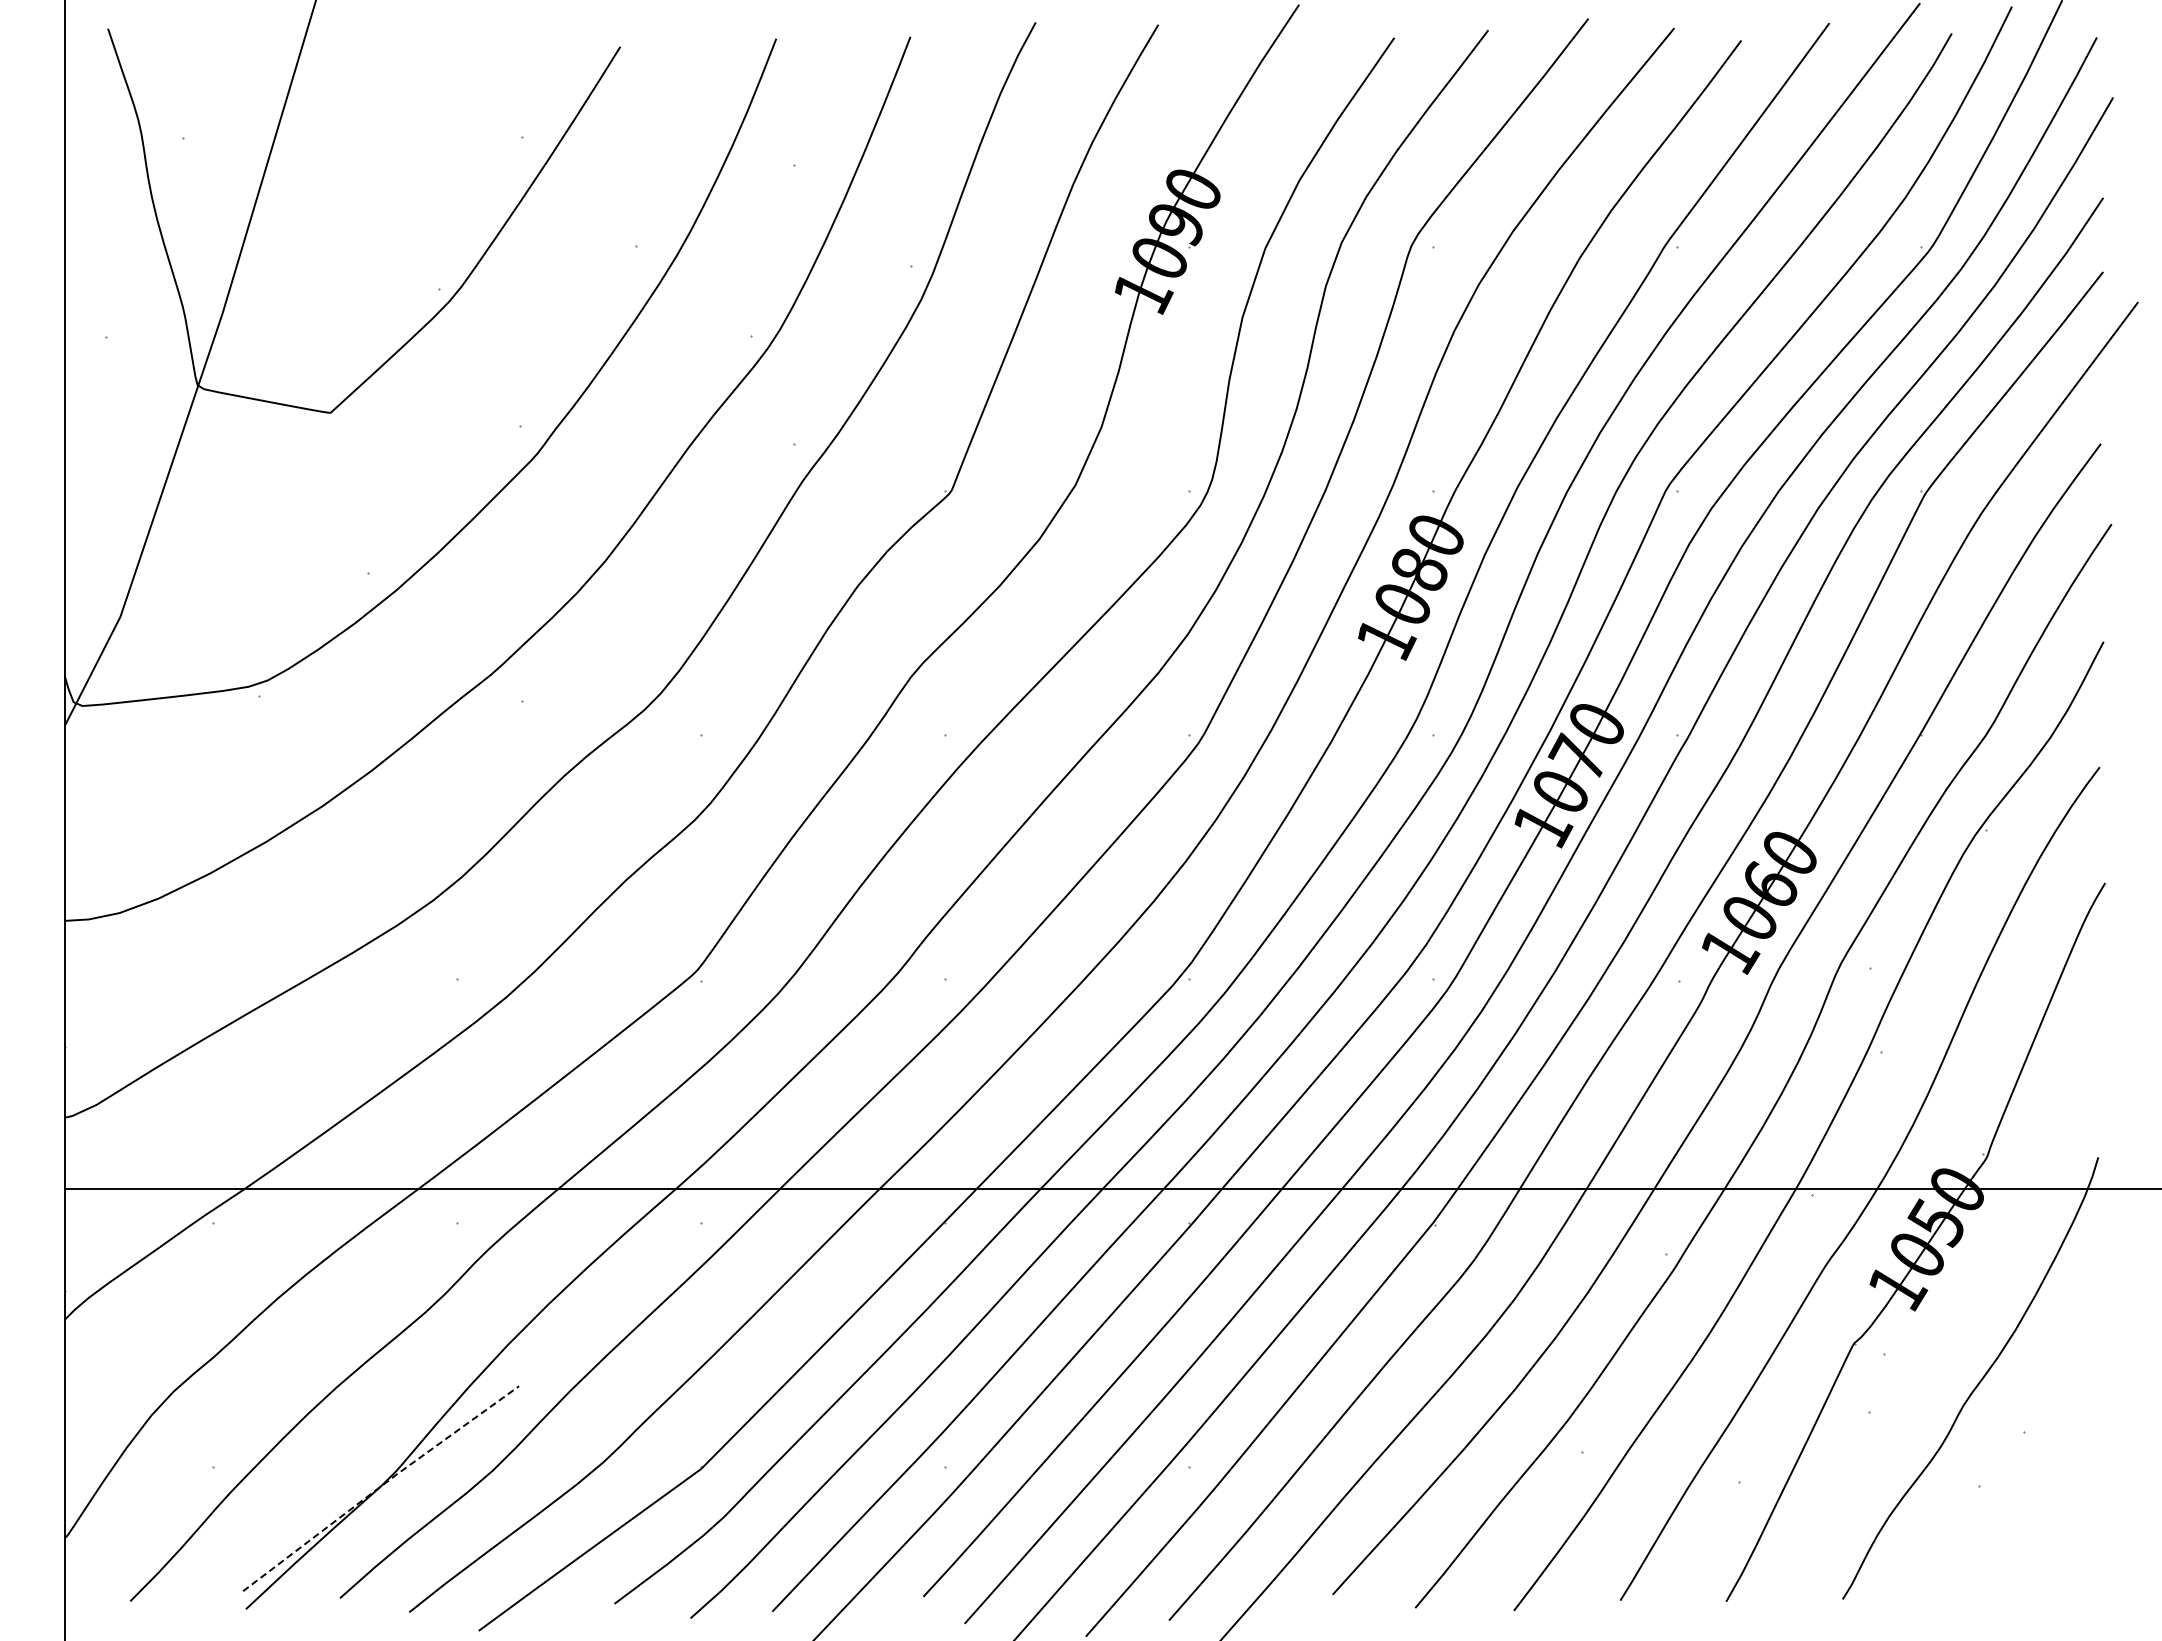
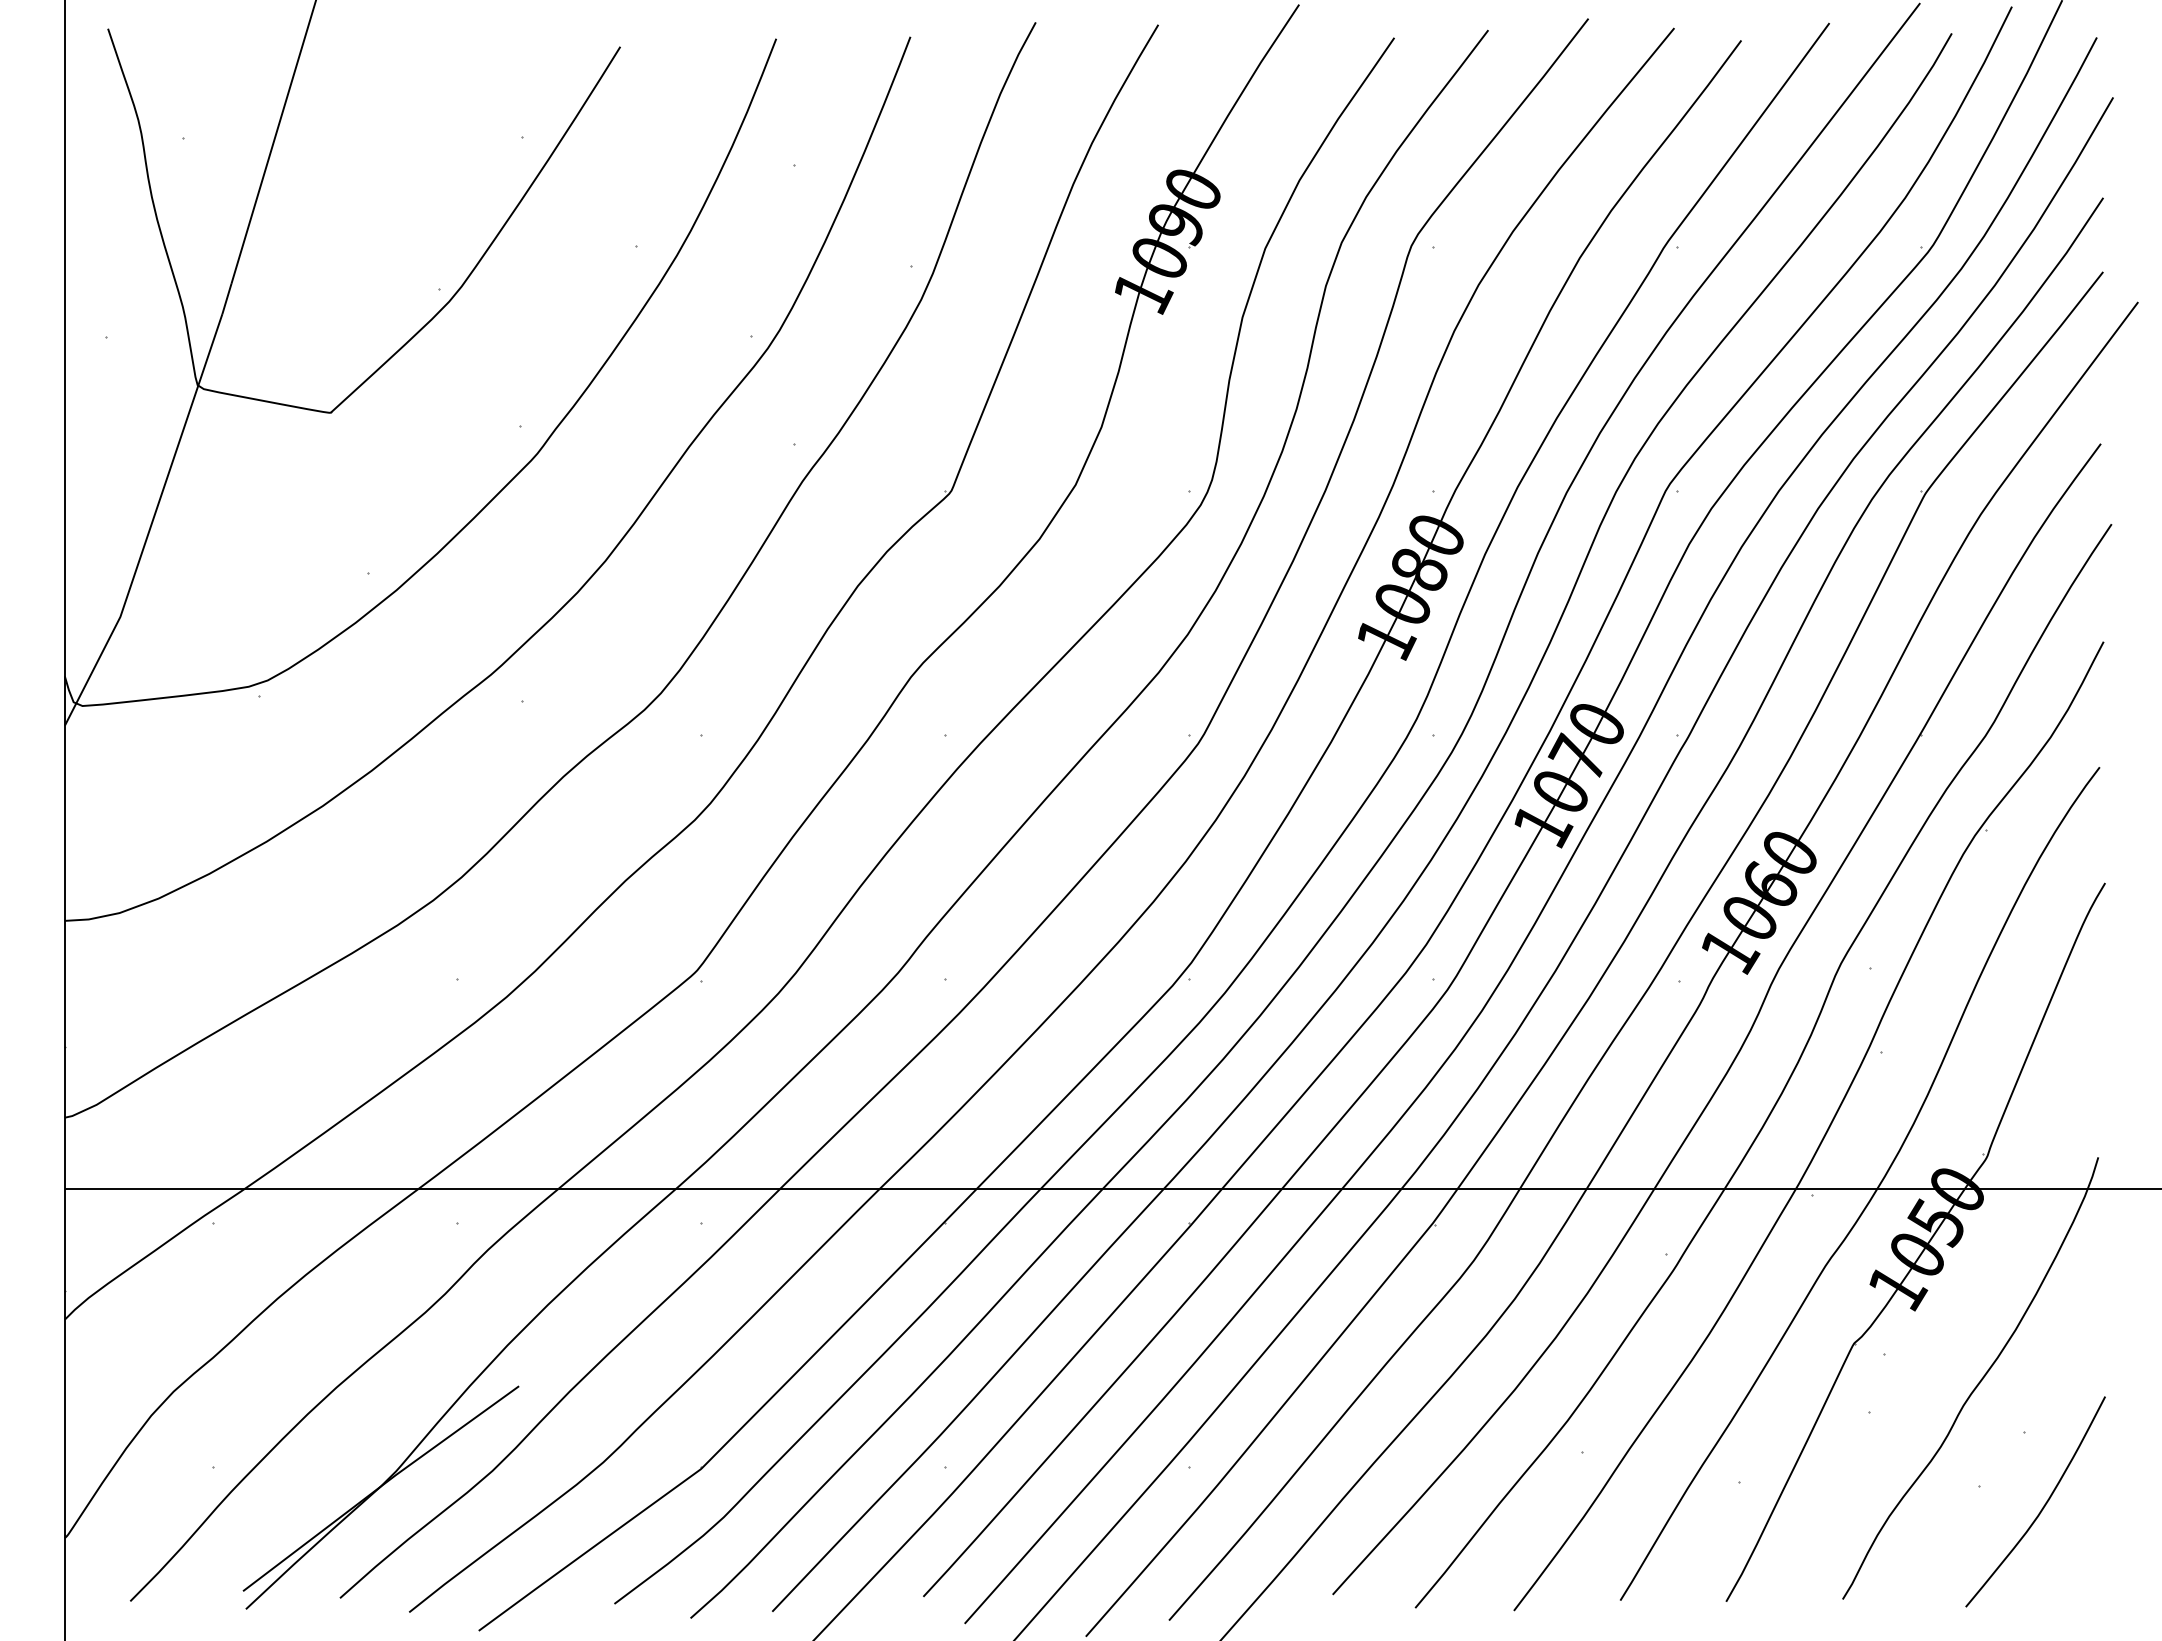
line at (380, 1487): dashed -> solid
curve at (2043, 1505): none -> present
